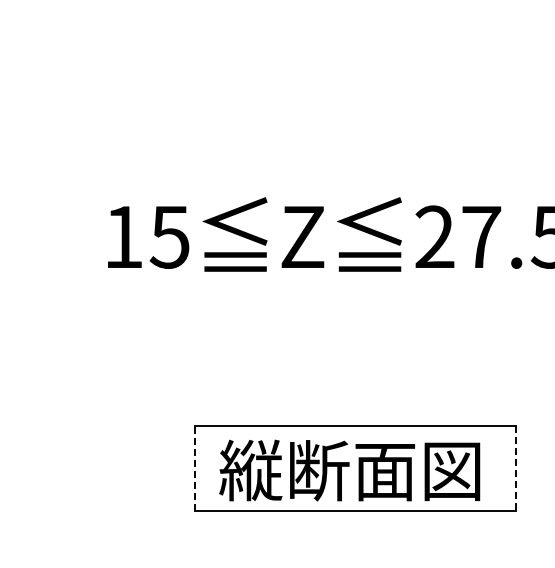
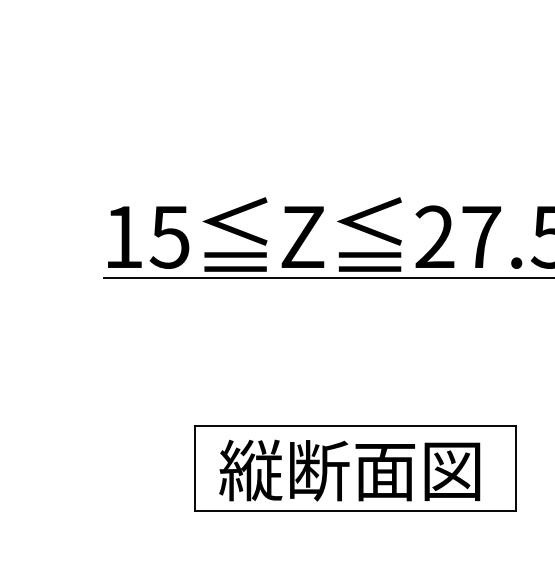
line at (327, 277): none -> present
line at (195, 467): dashed -> solid
line at (515, 468): dashed -> solid
